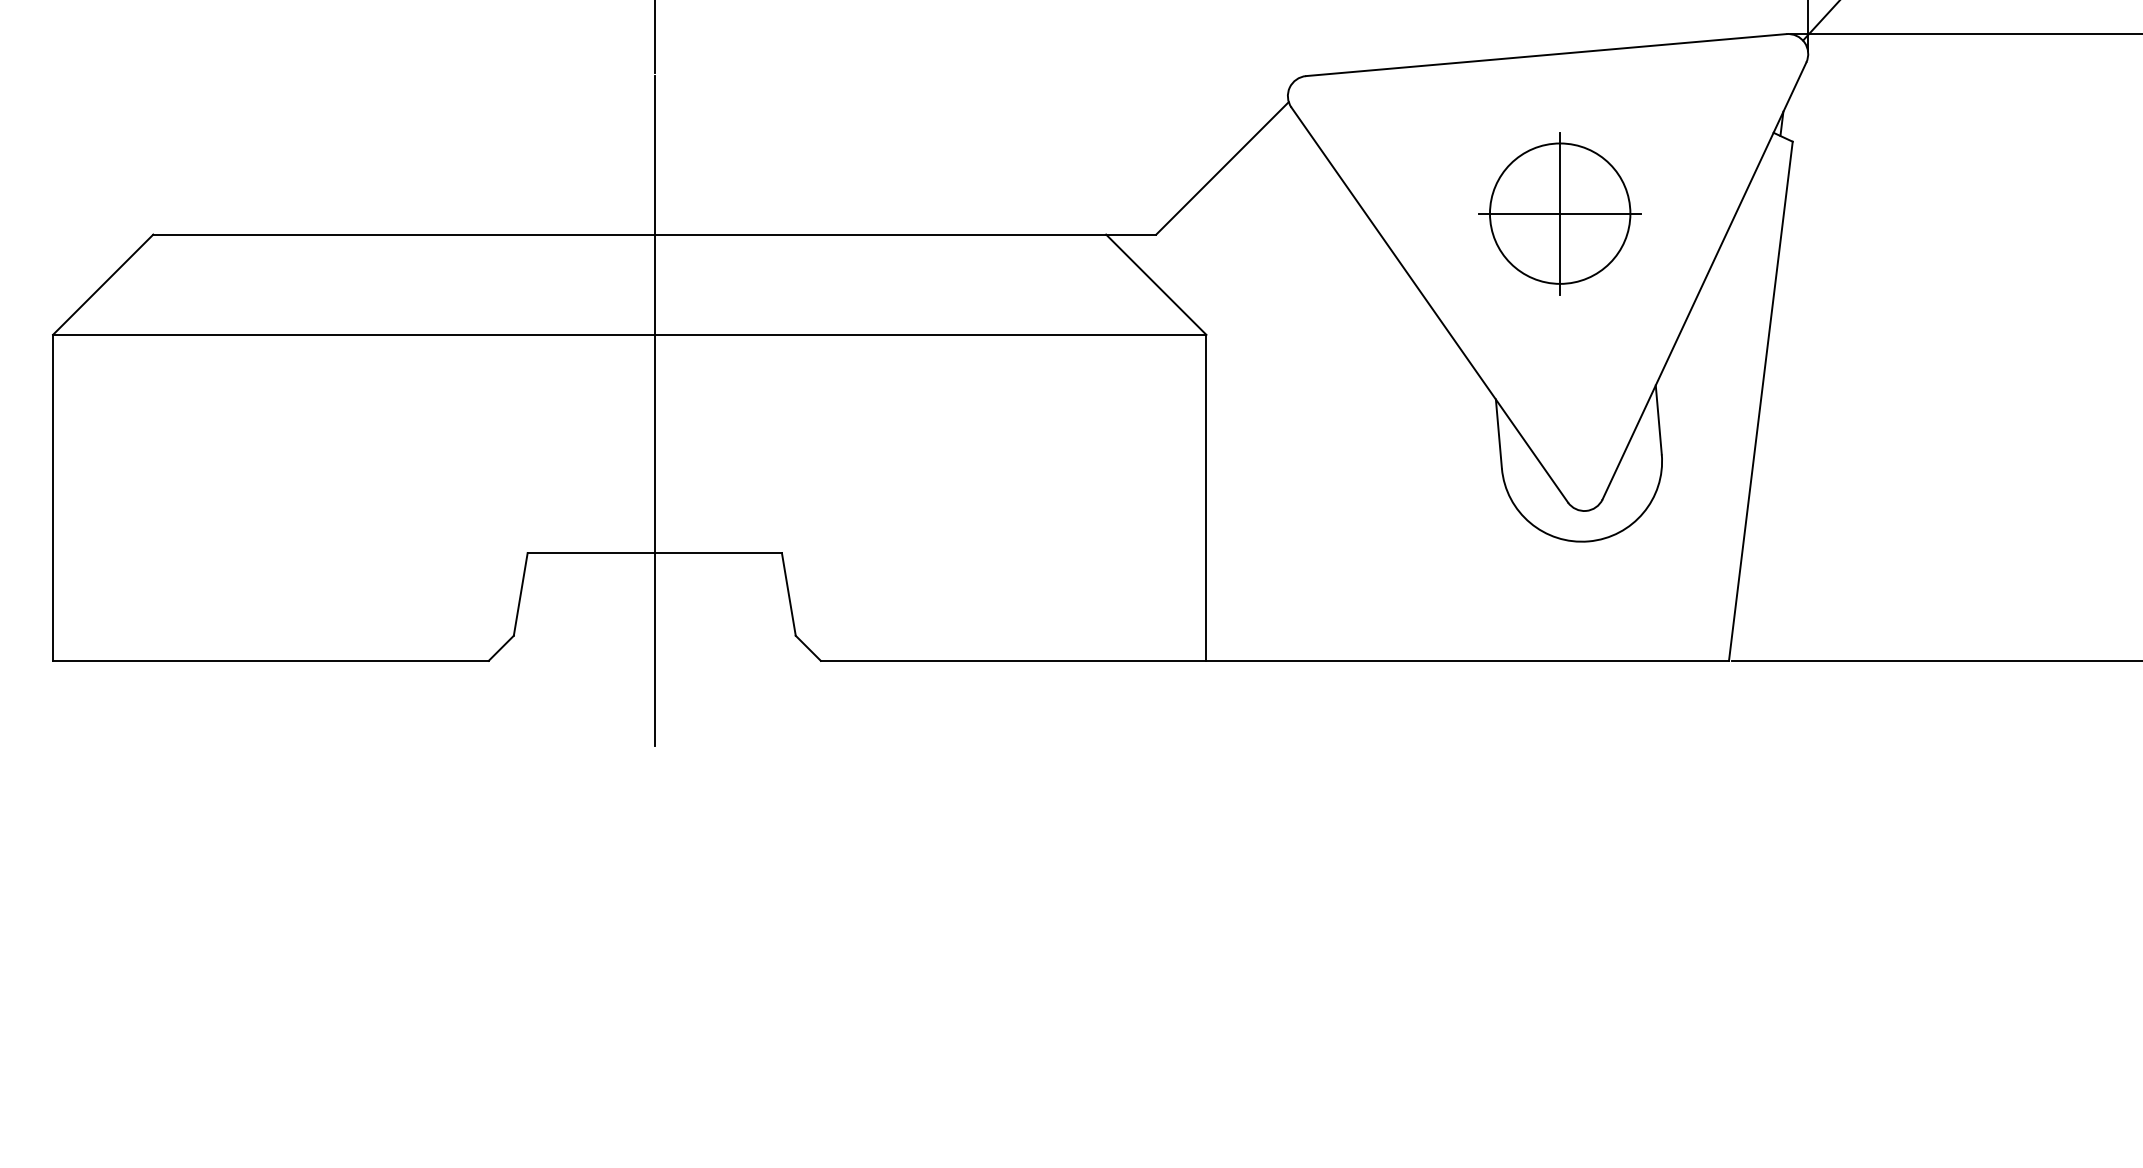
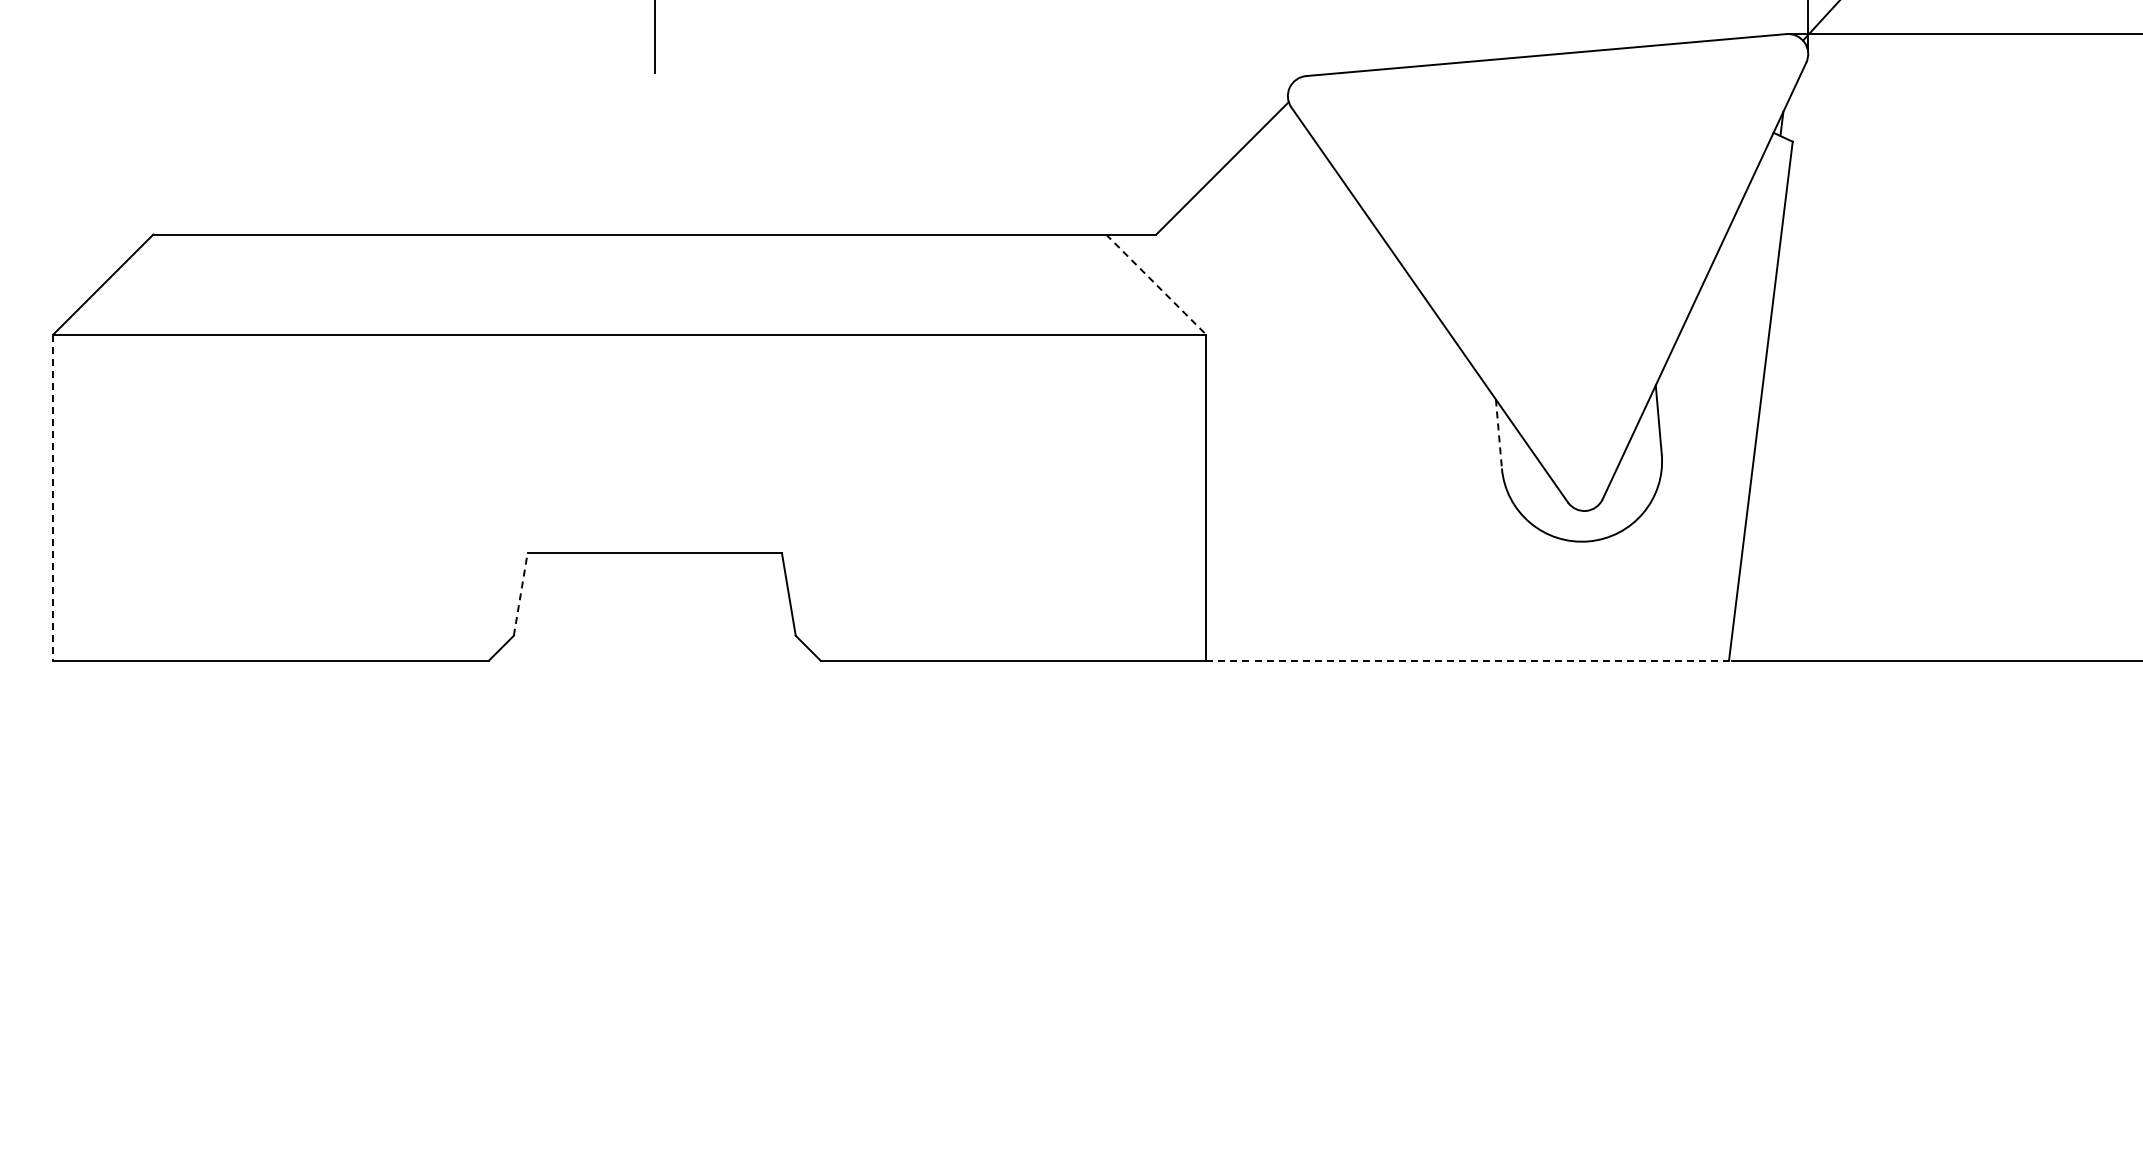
part at (1559, 213): present -> none
line at (1156, 284): solid -> dashed
line at (654, 410): present -> none
line at (1498, 433): solid -> dashed
line at (53, 497): solid -> dashed
line at (520, 594): solid -> dashed
line at (1468, 660): solid -> dashed
